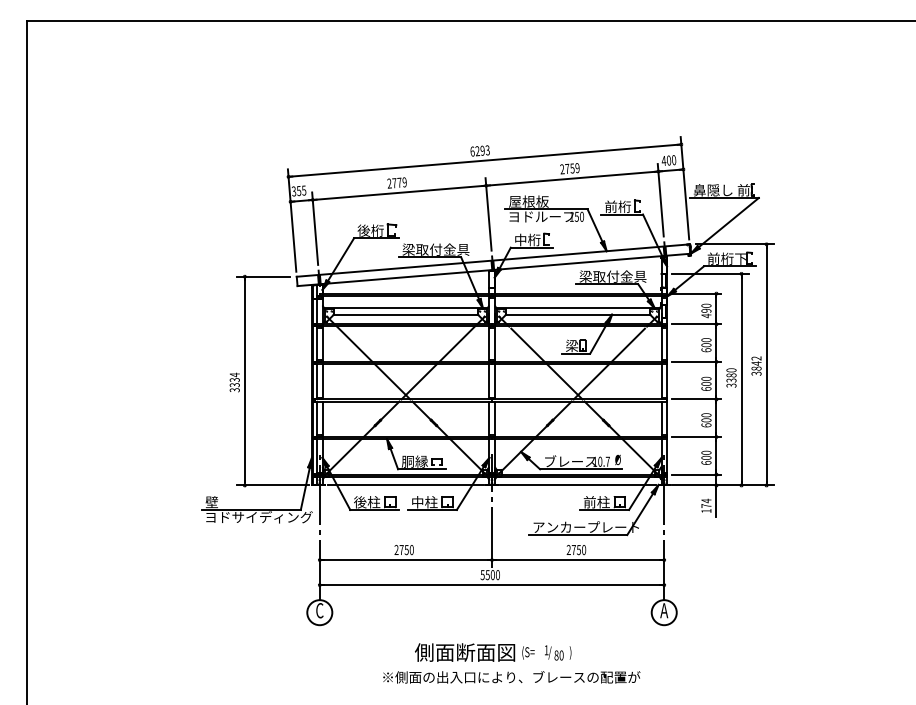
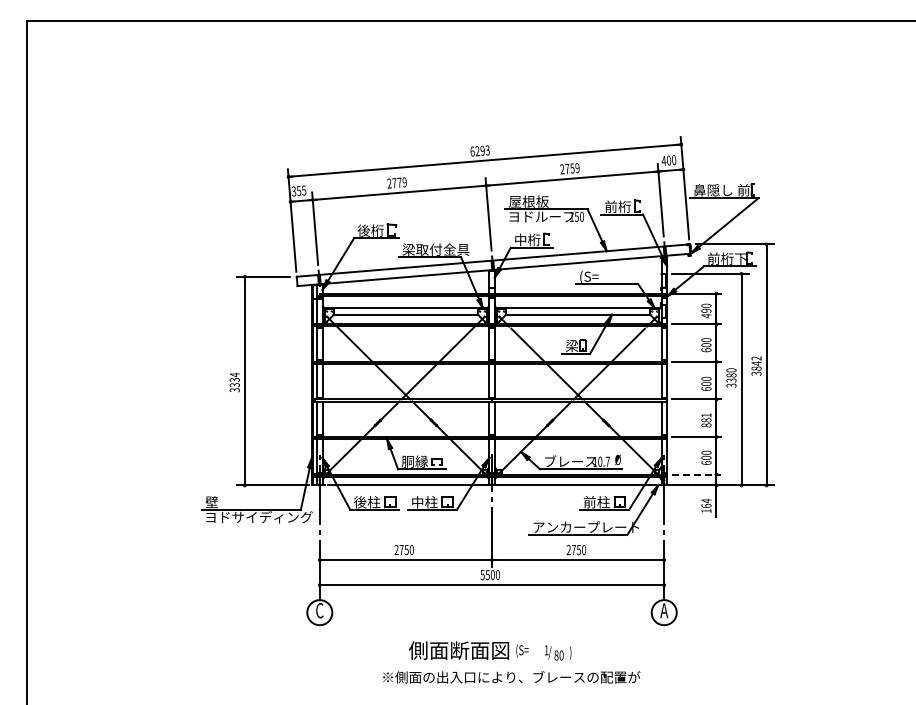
text at (612, 276): 梁取付金具 -> (S=
text at (706, 420): 600 -> 881
line at (696, 474): solid -> dashed
text at (706, 505): 174 -> 164
text at (474, 652) position: (474, 652) -> (468, 650)
